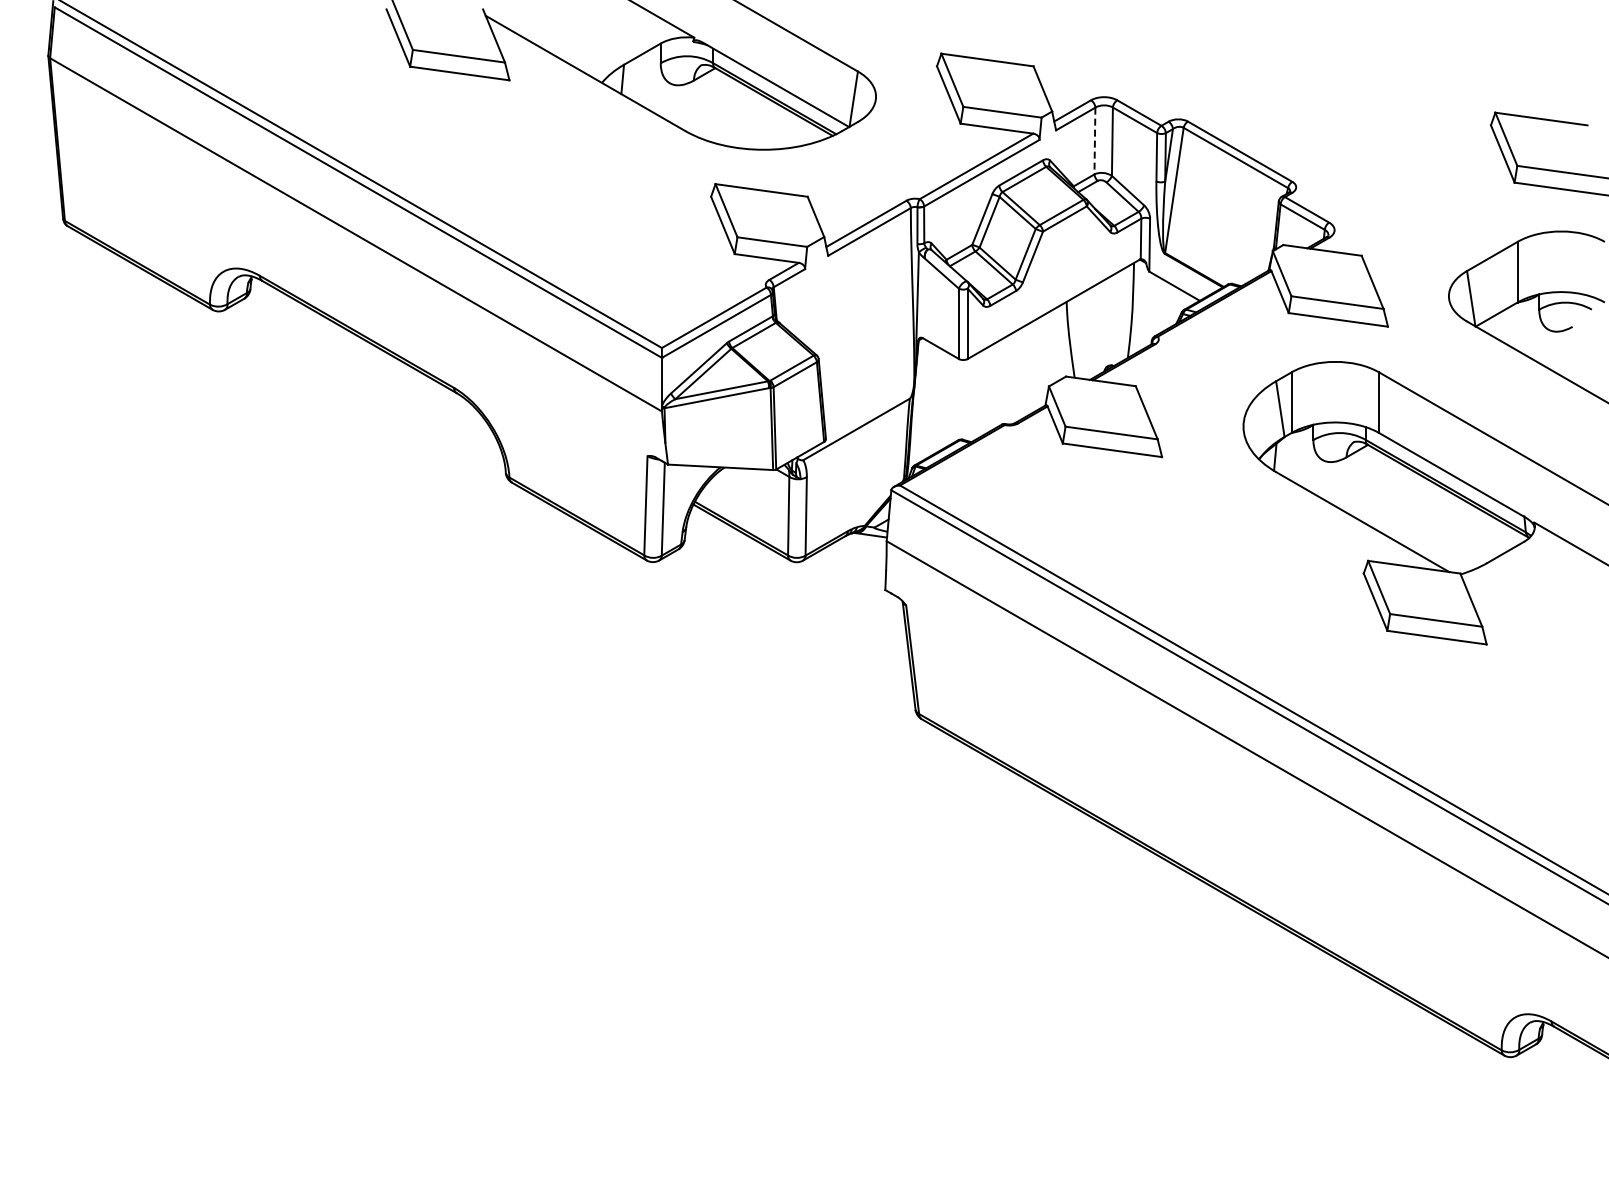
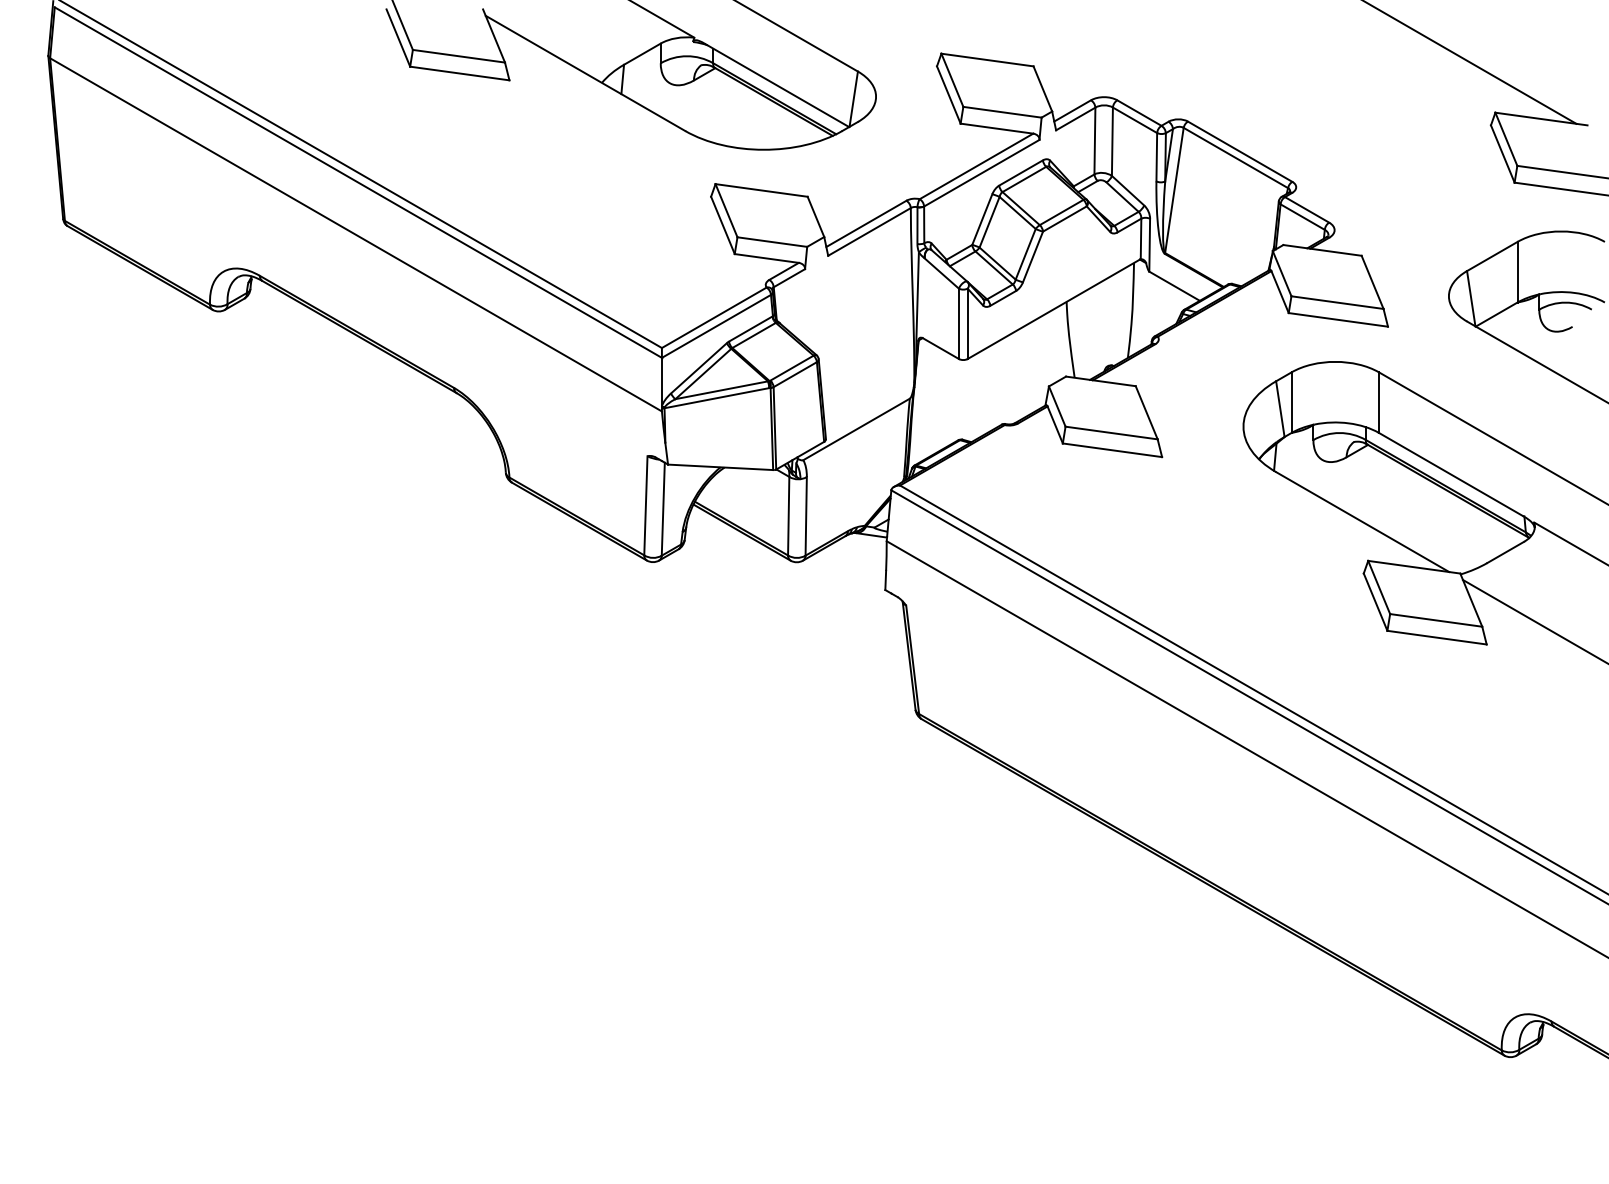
line at (1470, 62): none -> present
line at (1094, 141): dashed -> solid
line at (1533, 620): none -> present
